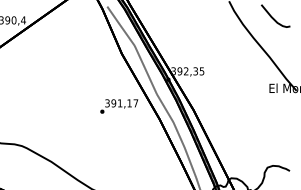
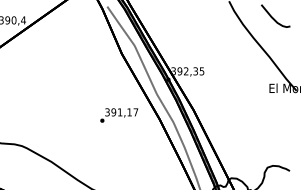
text at (119, 106) position: (119, 106) -> (119, 115)
